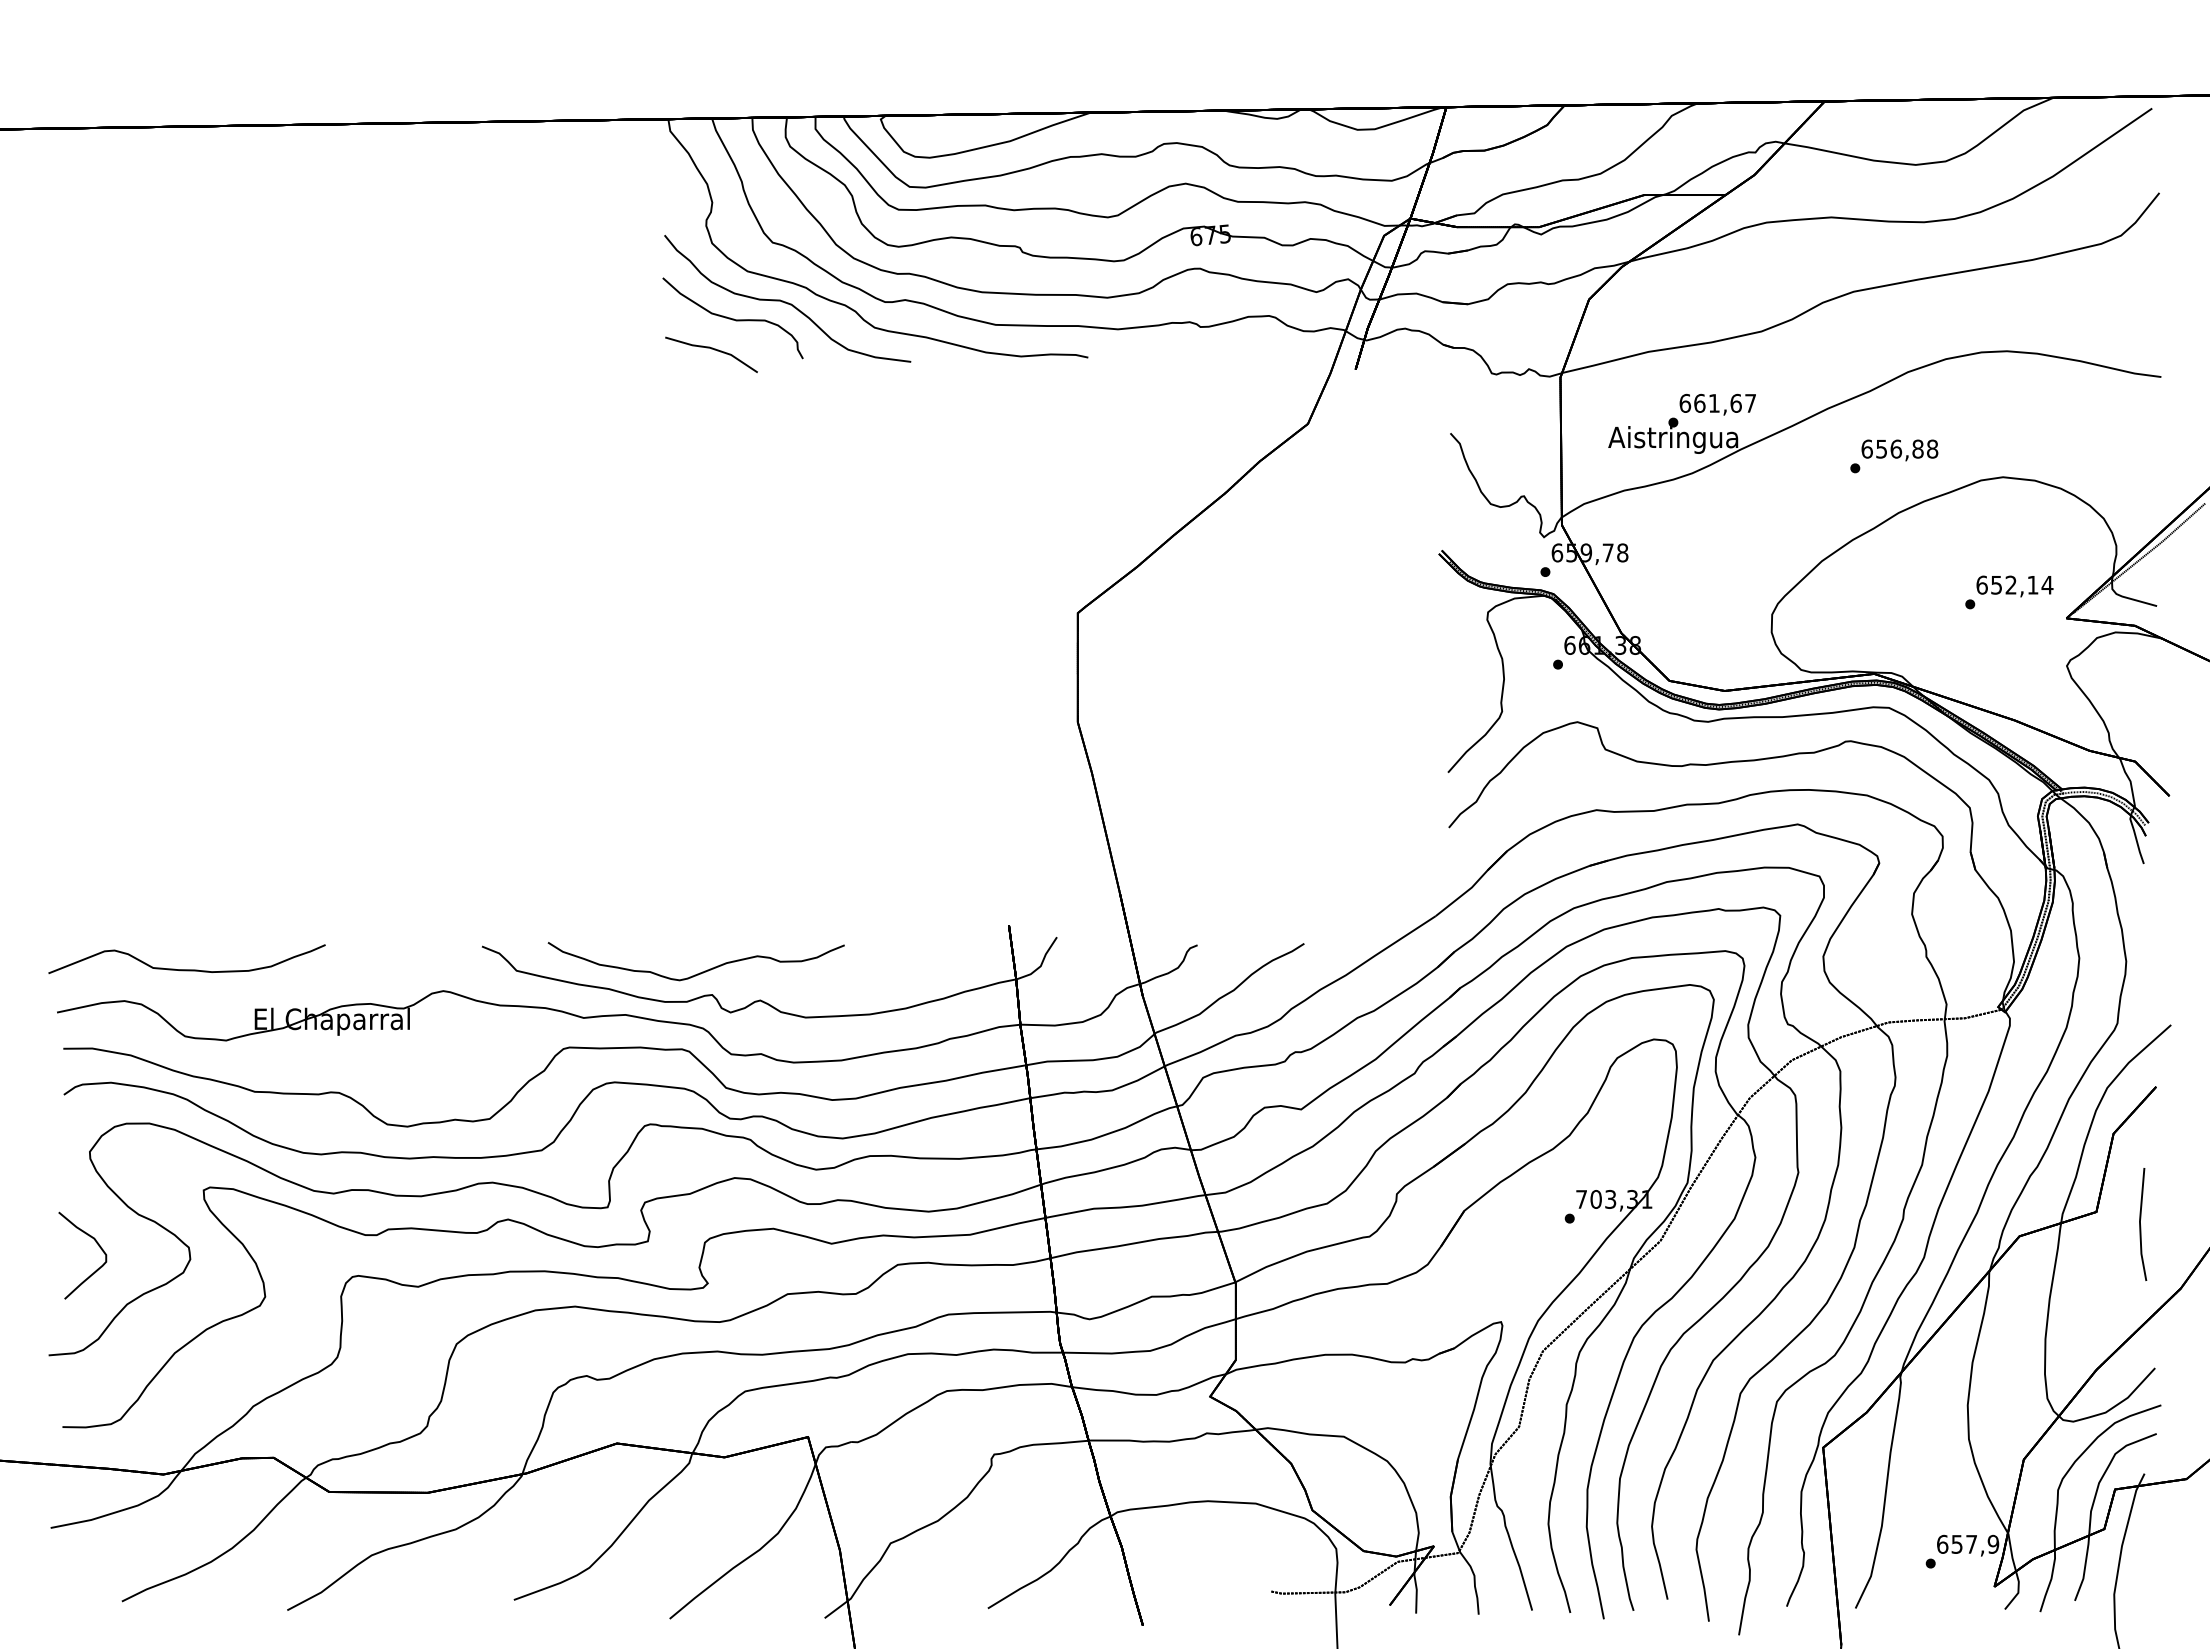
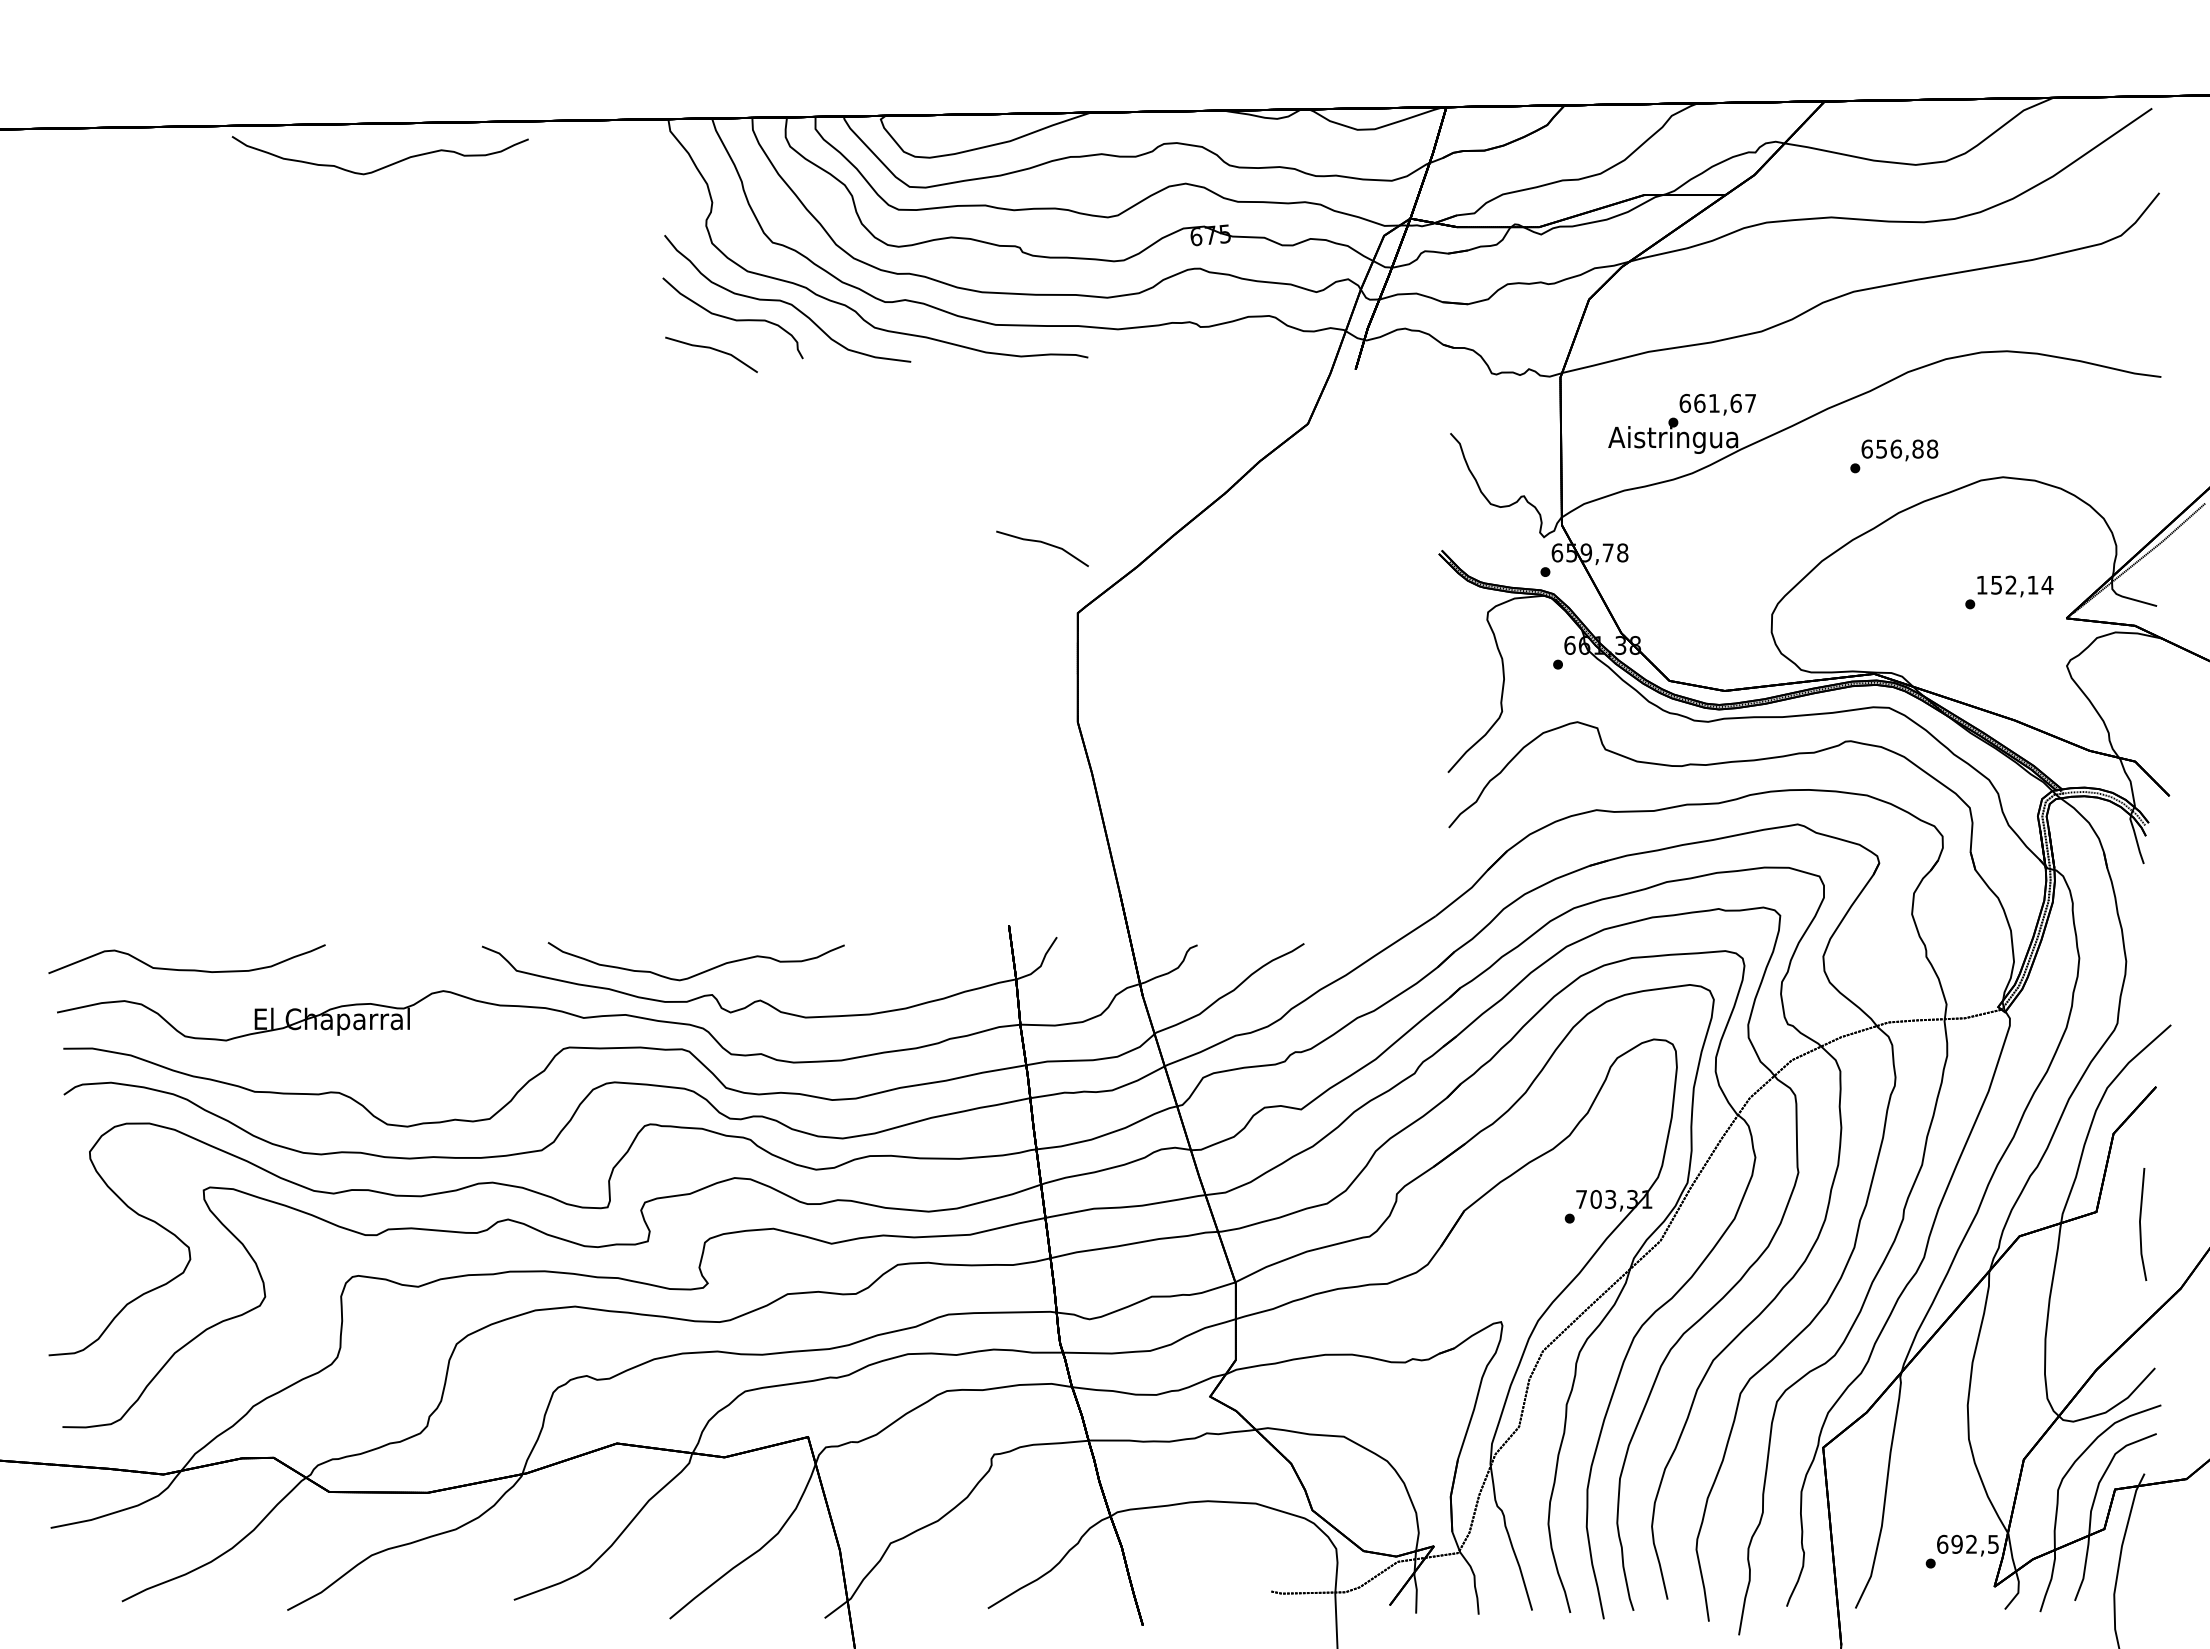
part at (383, 166): none -> present
part at (1042, 548): none -> present
text at (1981, 584): 652,14 -> 152,14
curve at (98, 1246): present -> none
text at (1975, 1543): 657,9 -> 692,5
